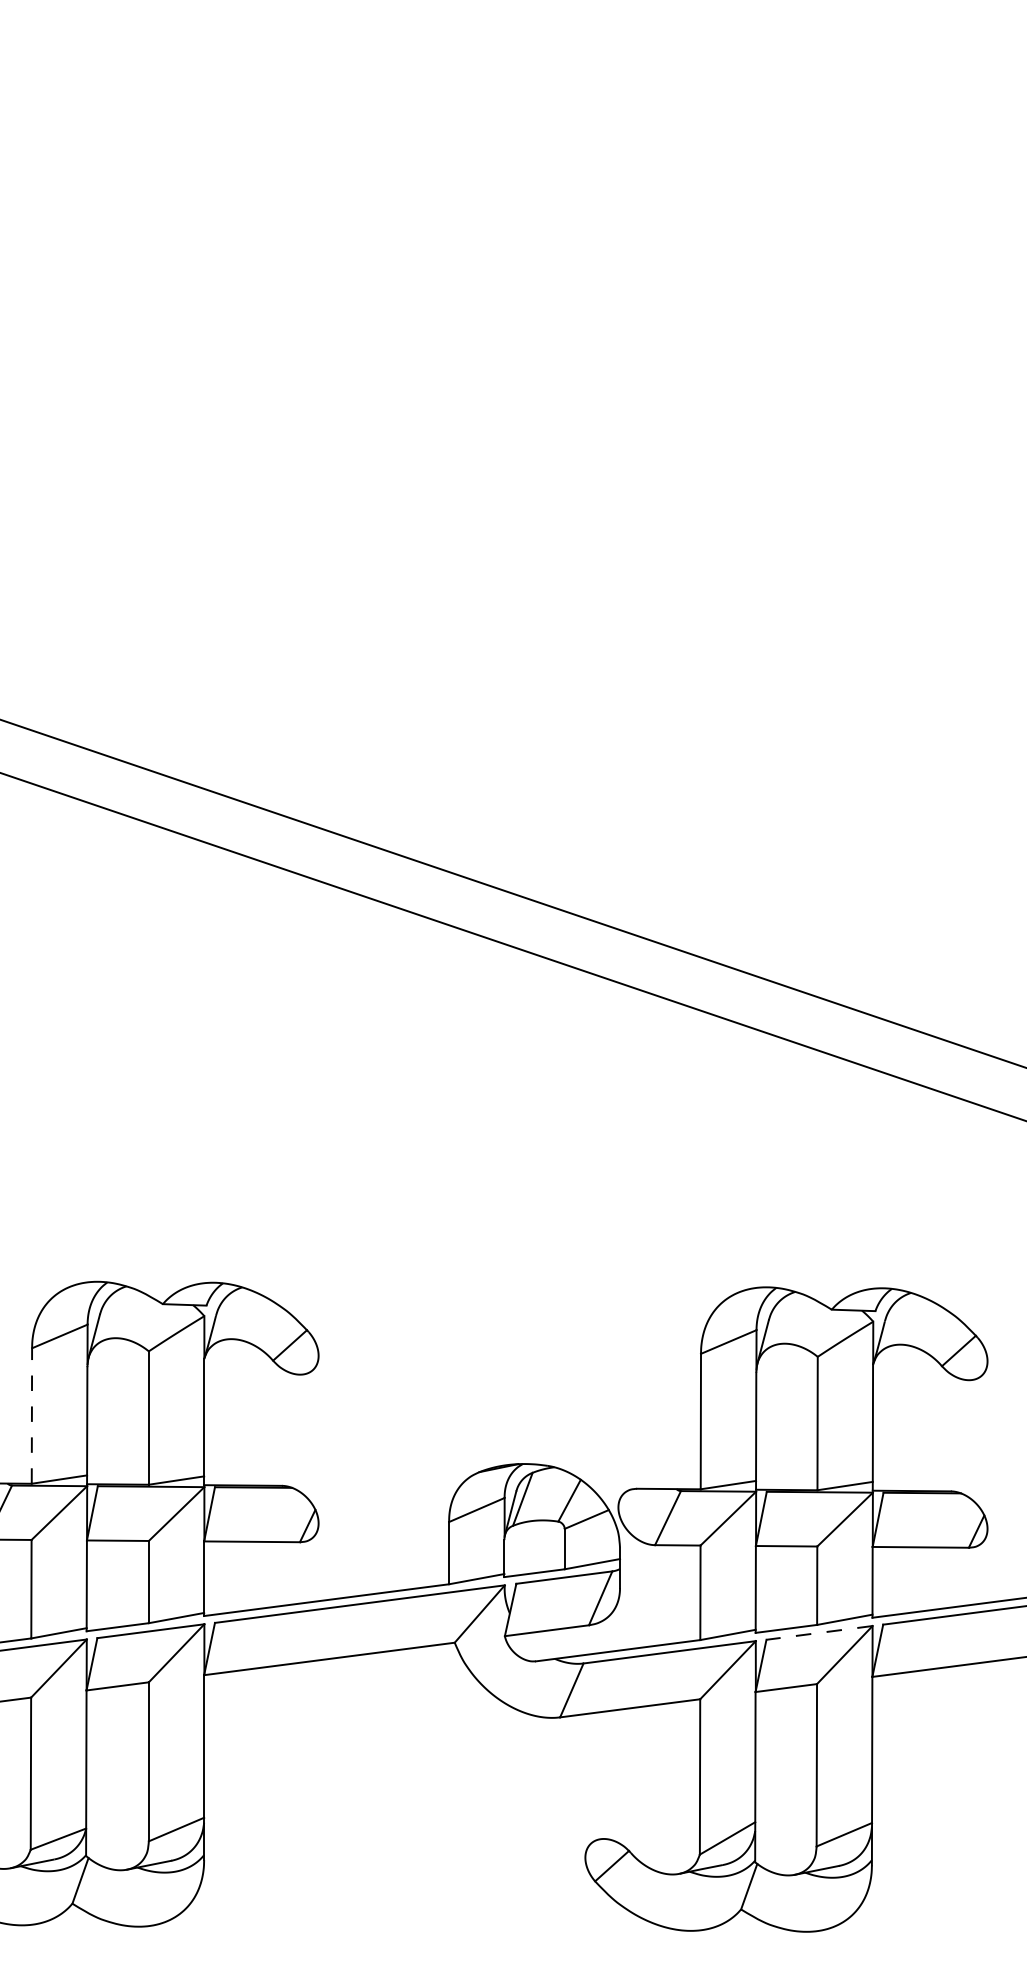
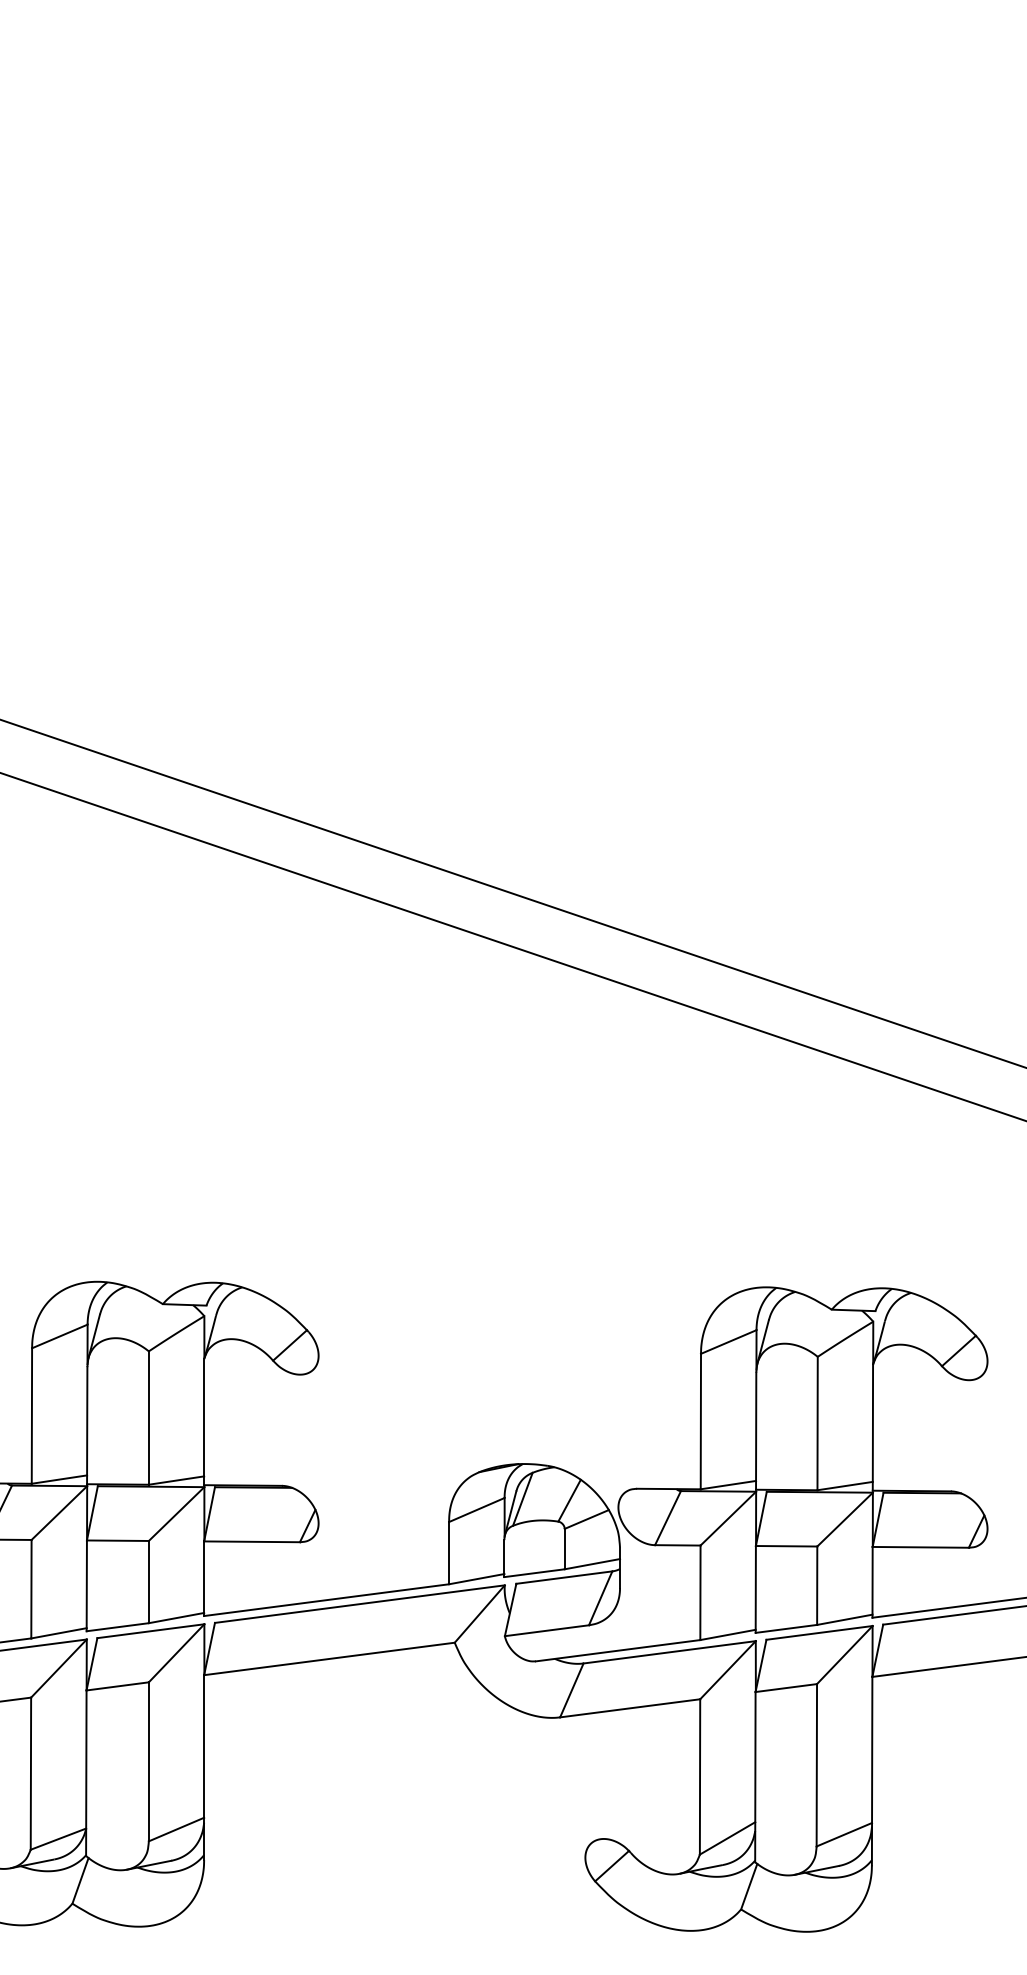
line at (31, 1416): dashed -> solid
line at (819, 1632): dashed -> solid
